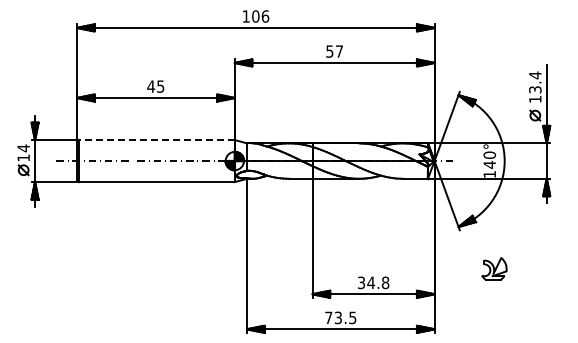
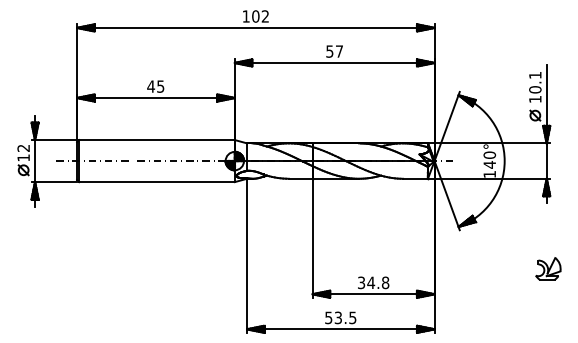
text at (265, 16): 106 -> 102
text at (535, 82): 13.4 -> 10.1
line at (157, 140): dashed -> solid
text at (23, 148): 14 -> 12
part at (494, 268) position: (494, 268) -> (548, 268)
text at (328, 317): 73.5 -> 53.5
